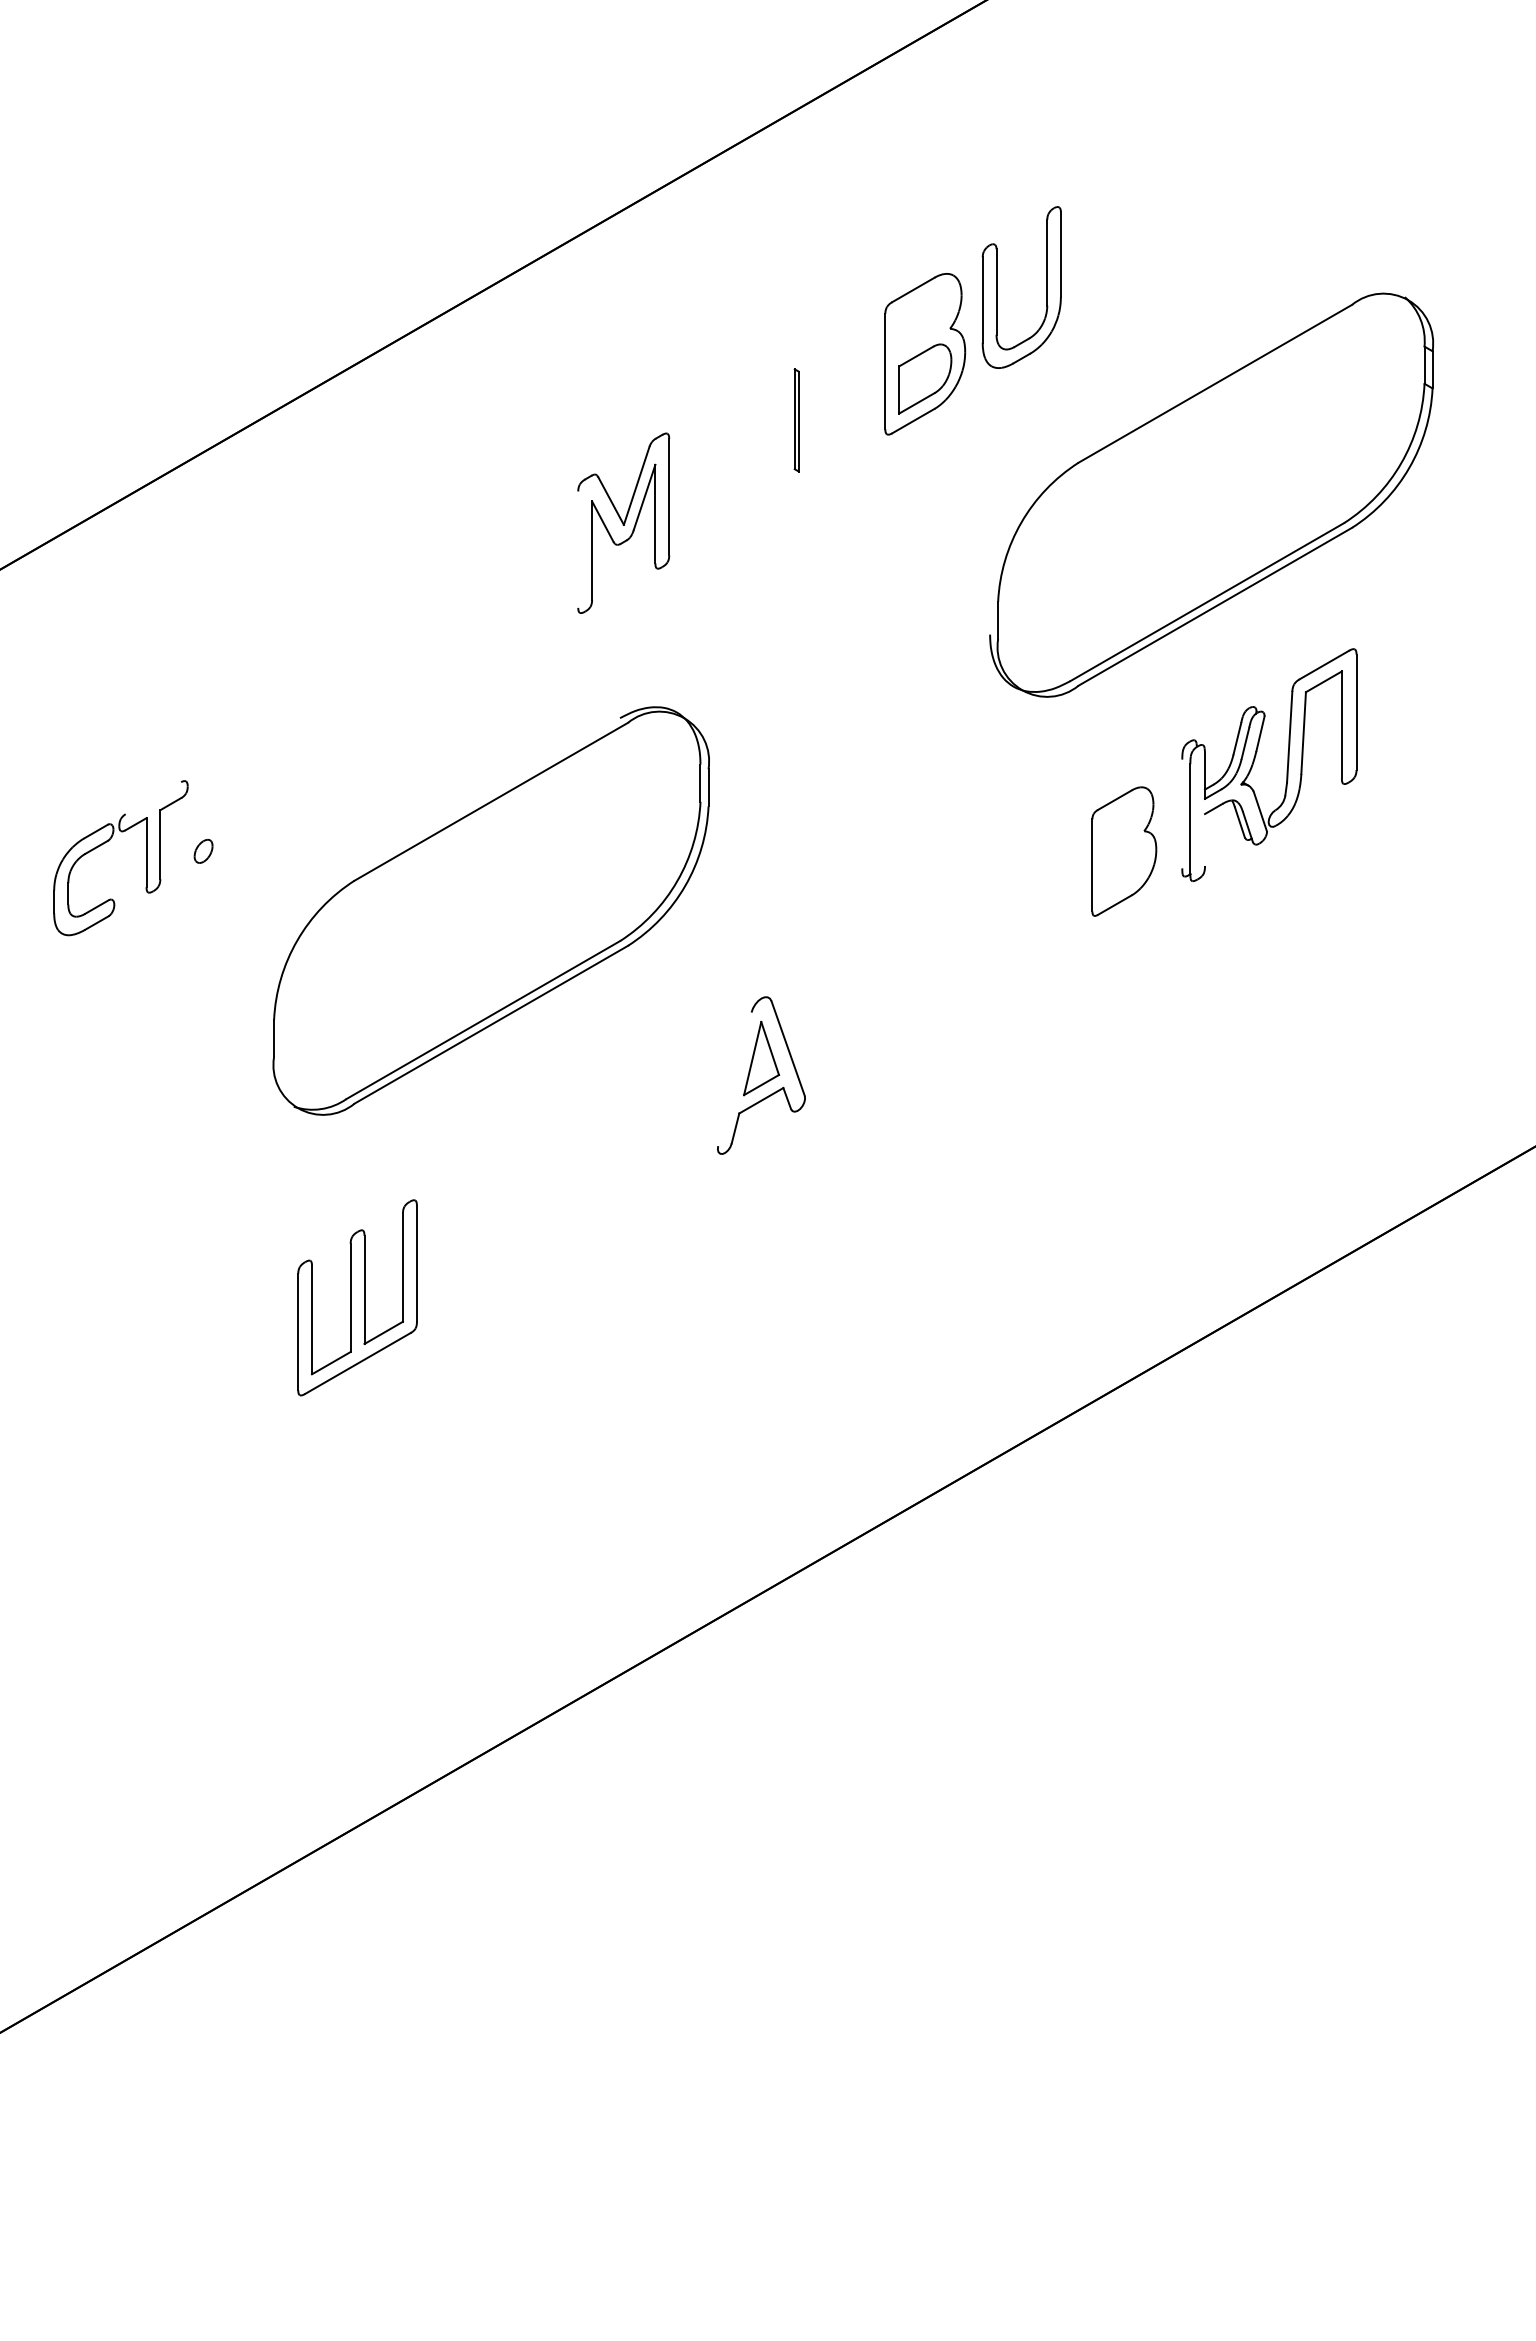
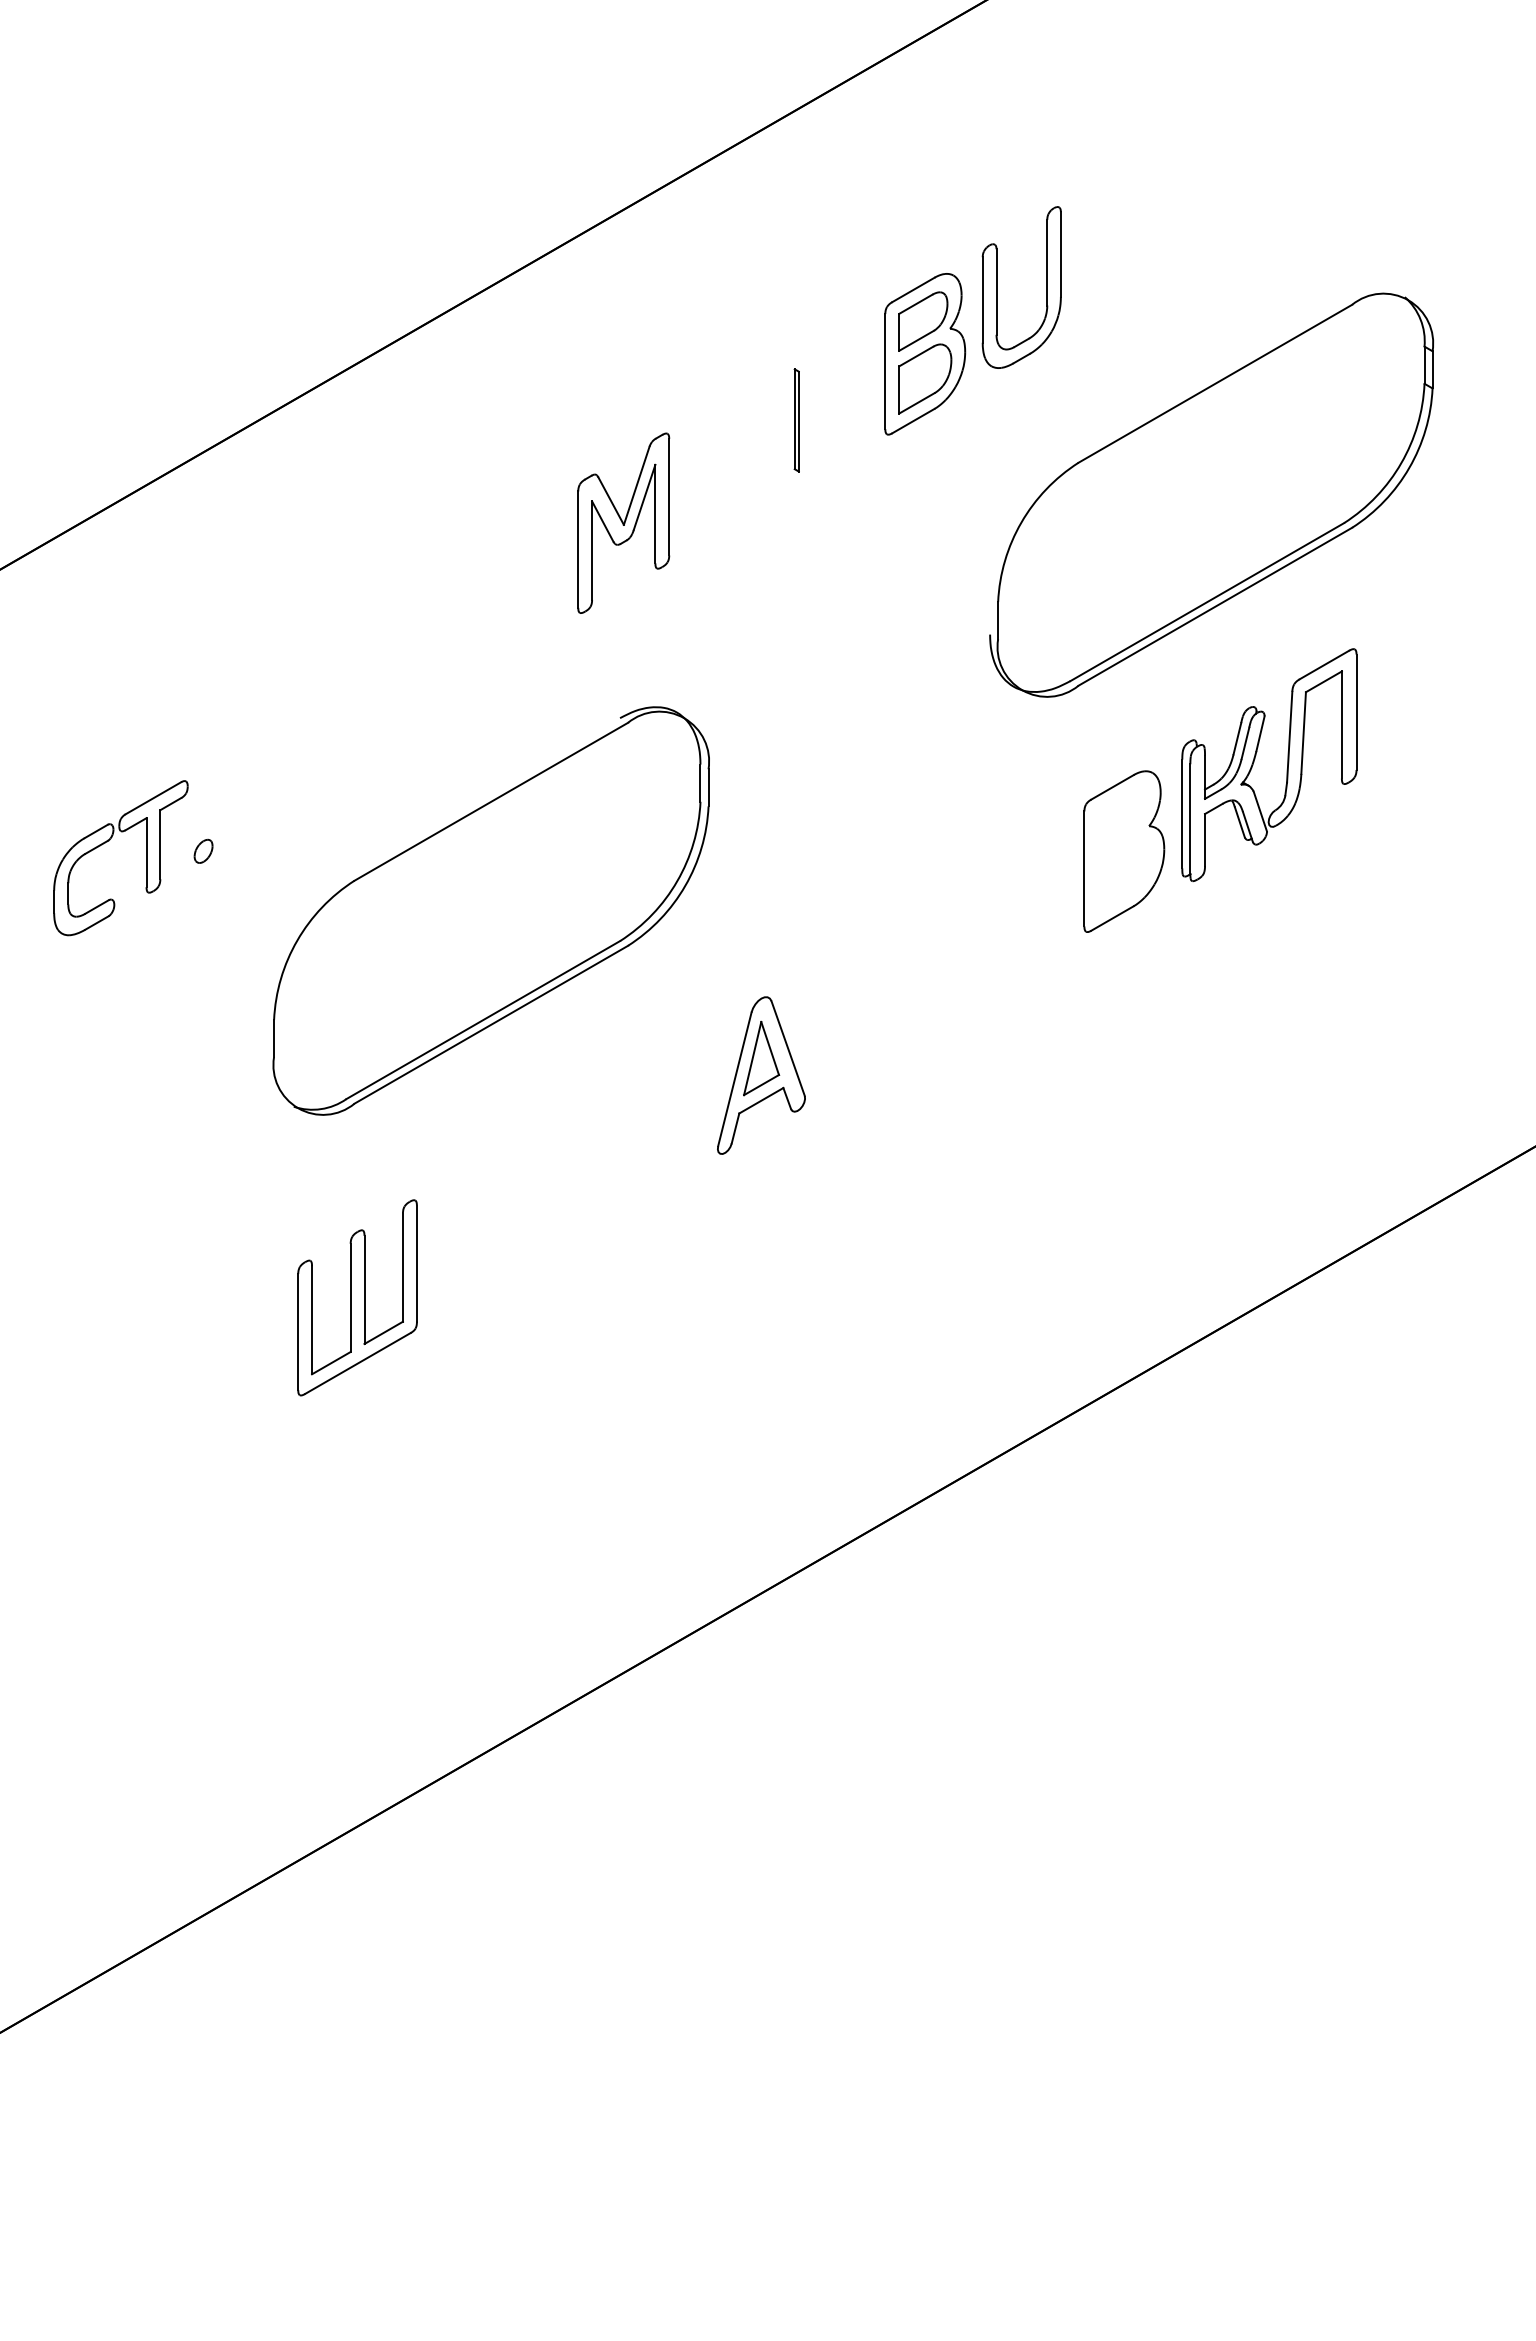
part at (923, 321): none -> present
line at (578, 549): none -> present
line at (153, 798): none -> present
line at (1182, 813): none -> present
line at (1205, 839): none -> present
part at (1124, 851) size: 67x131 px -> 83x163 px
line at (734, 1079): none -> present
